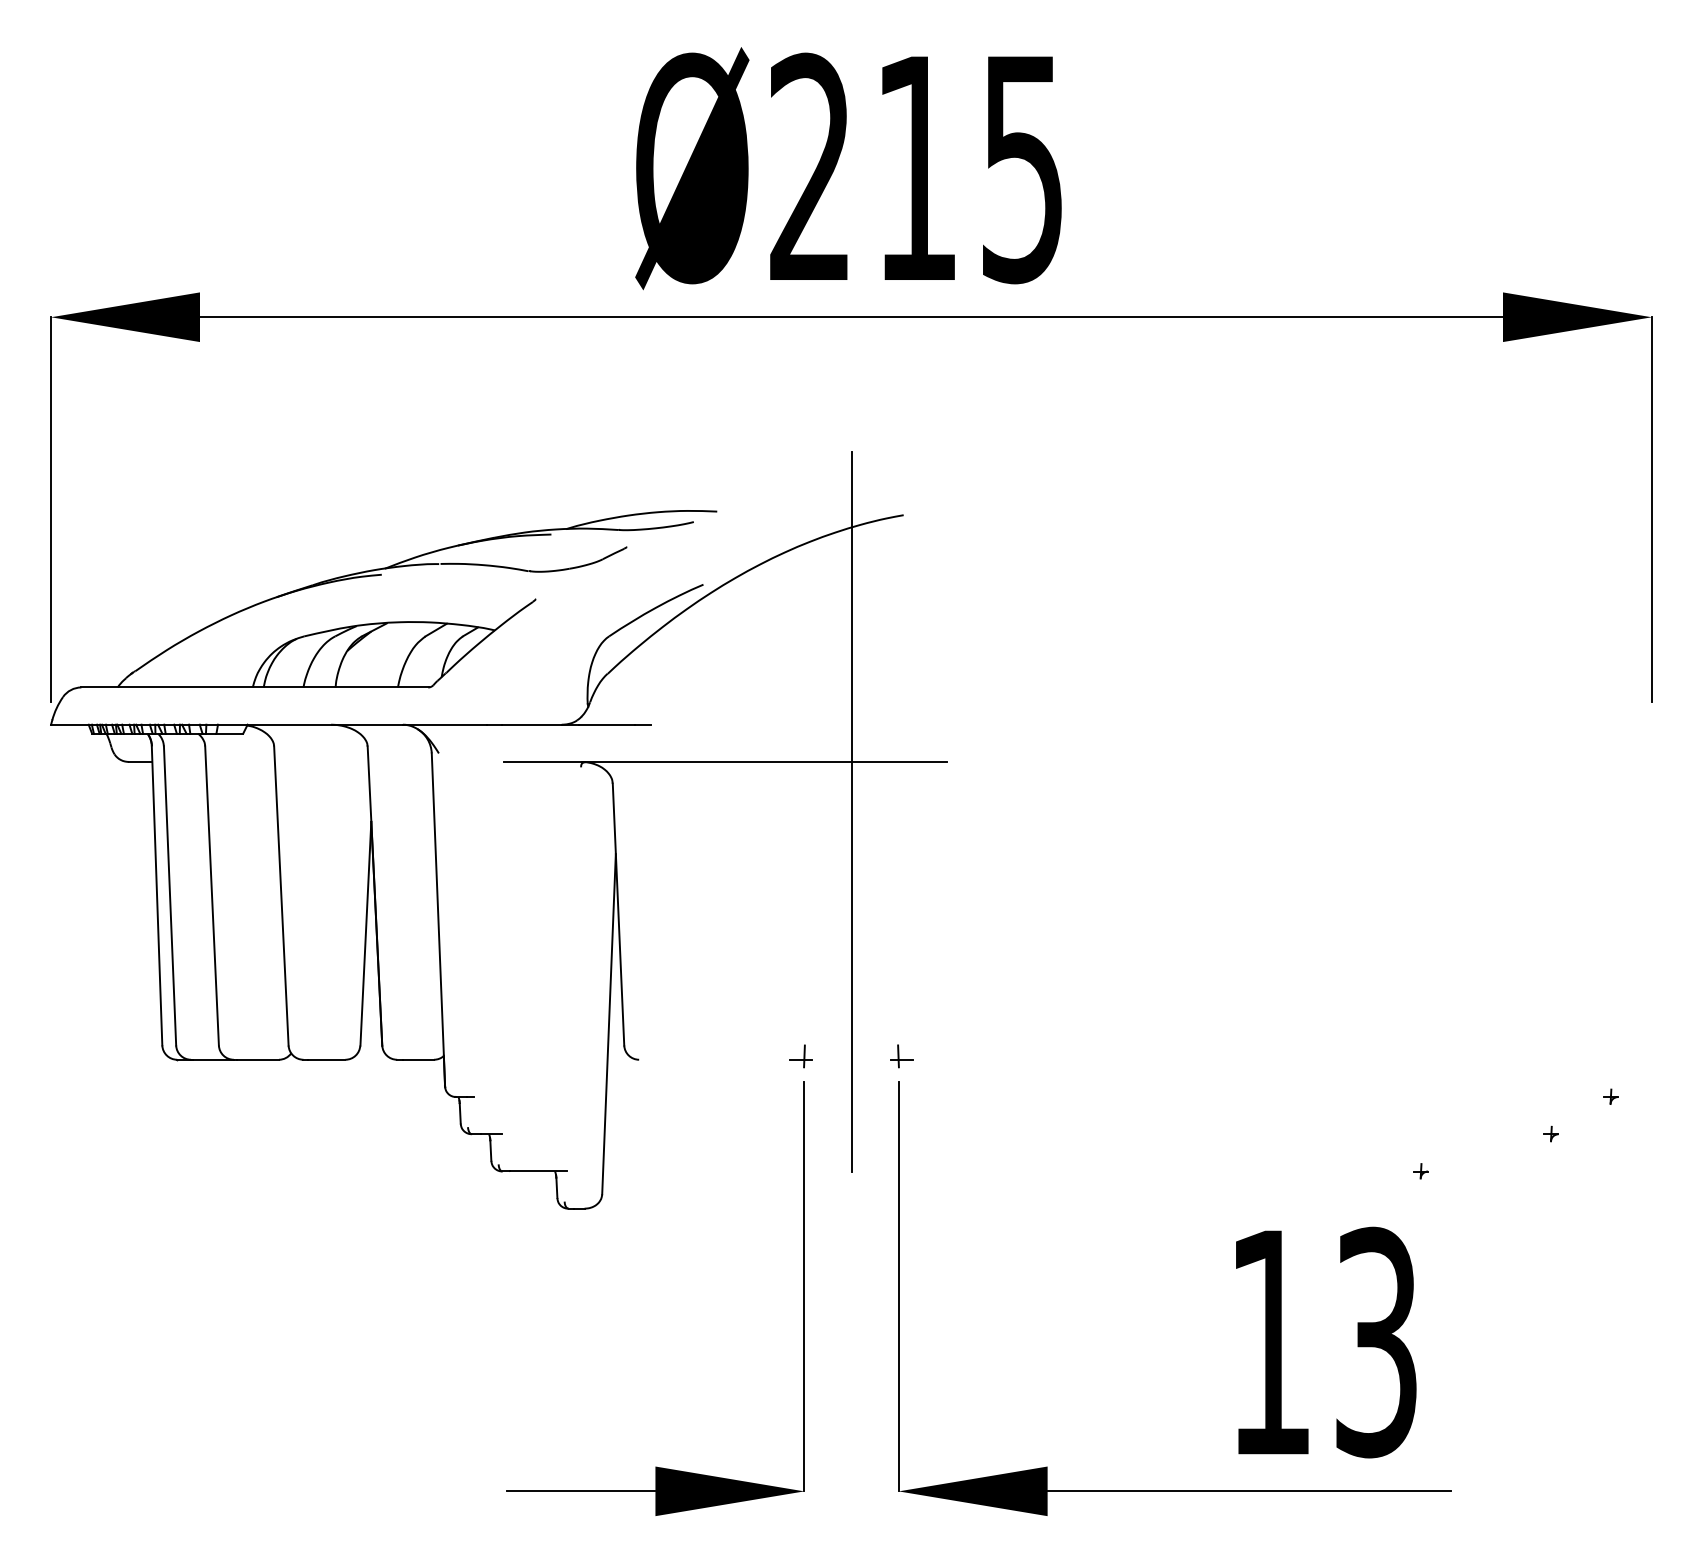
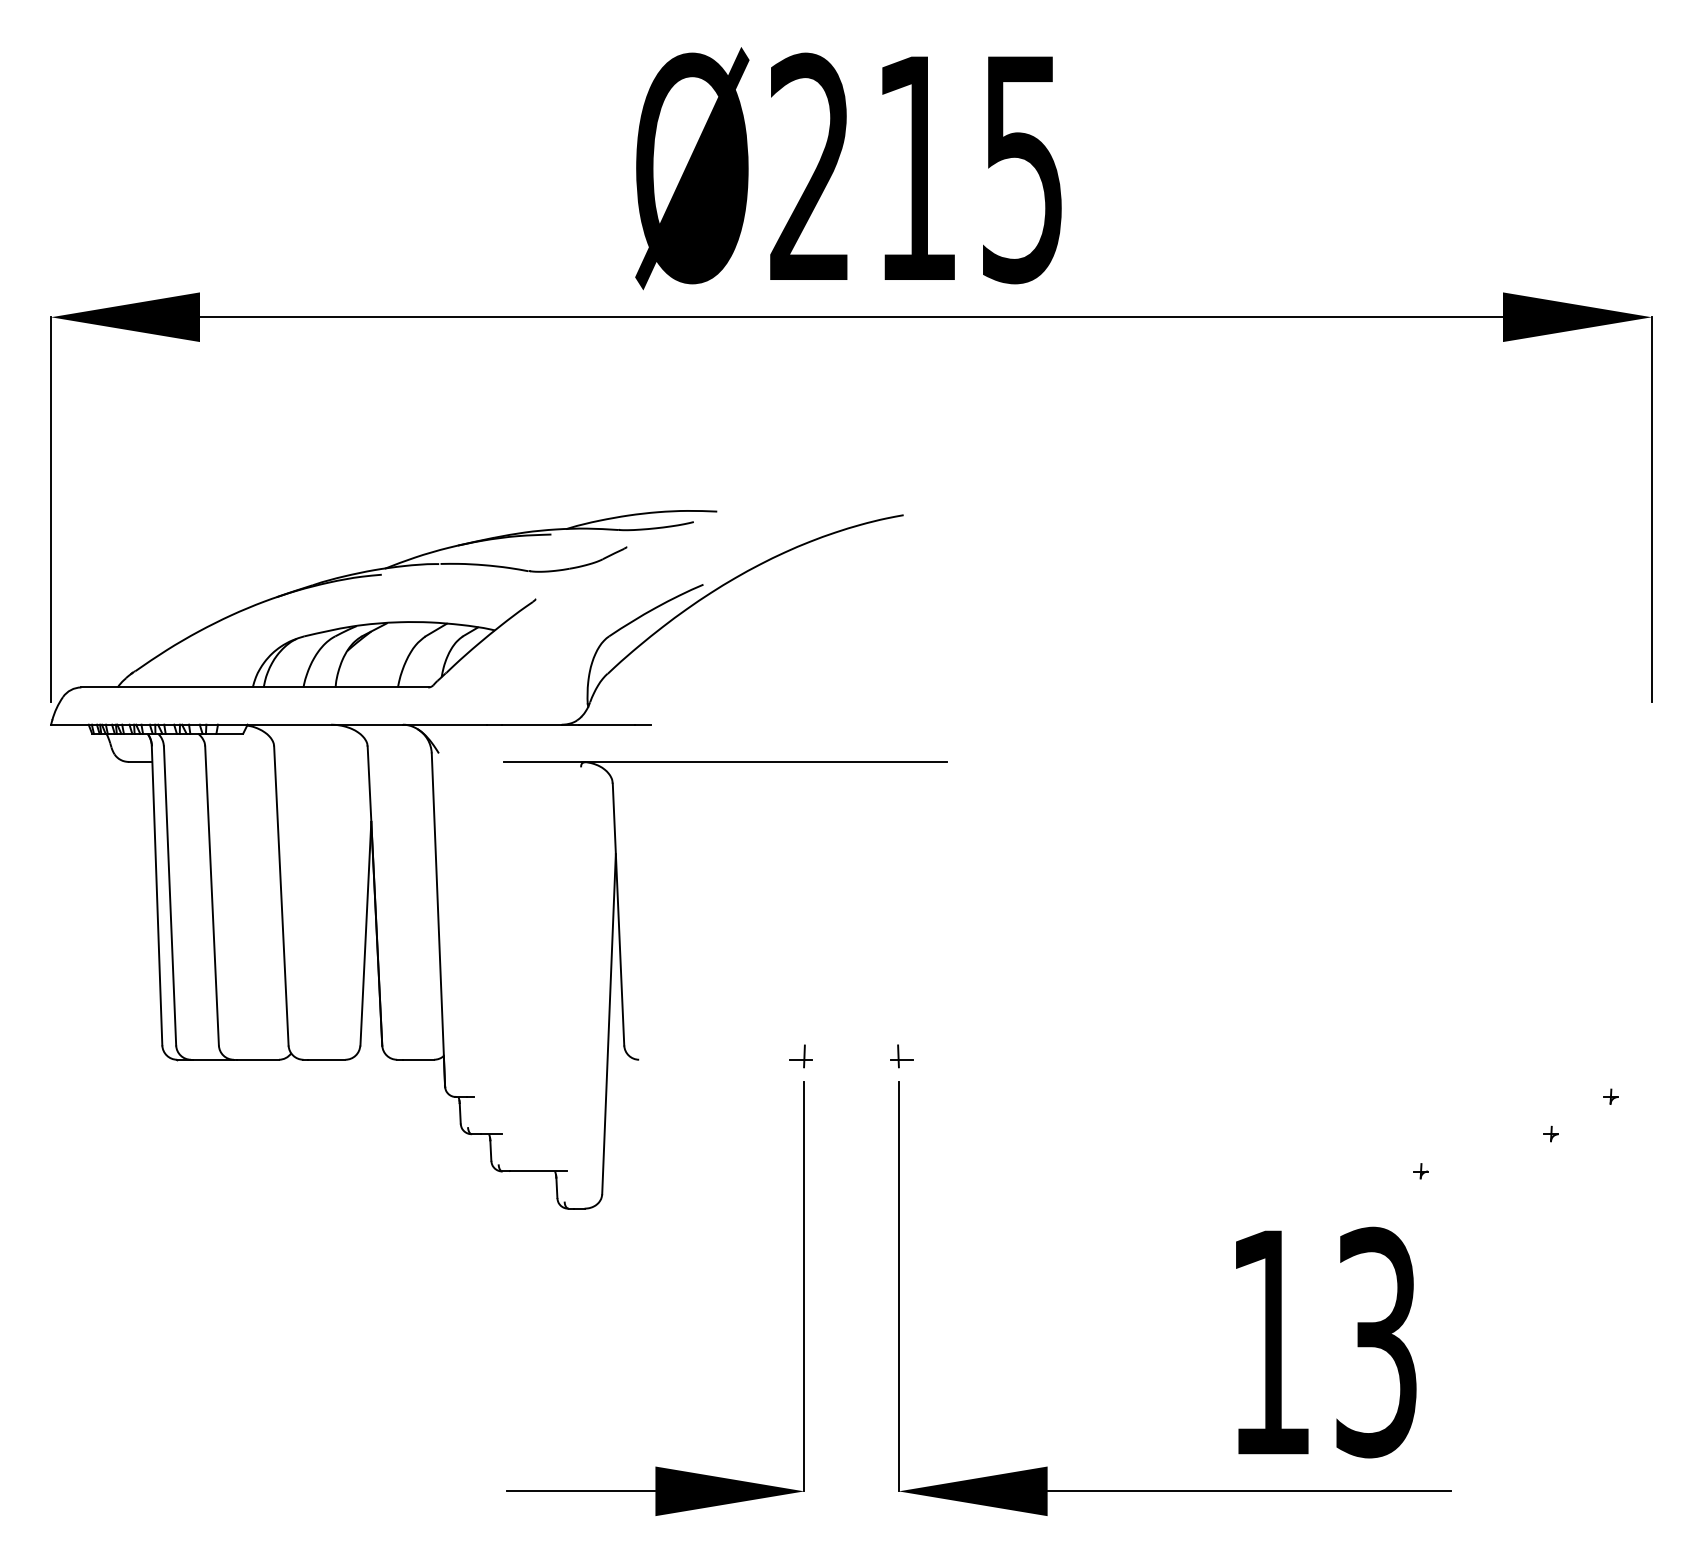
line at (851, 811): present -> none
